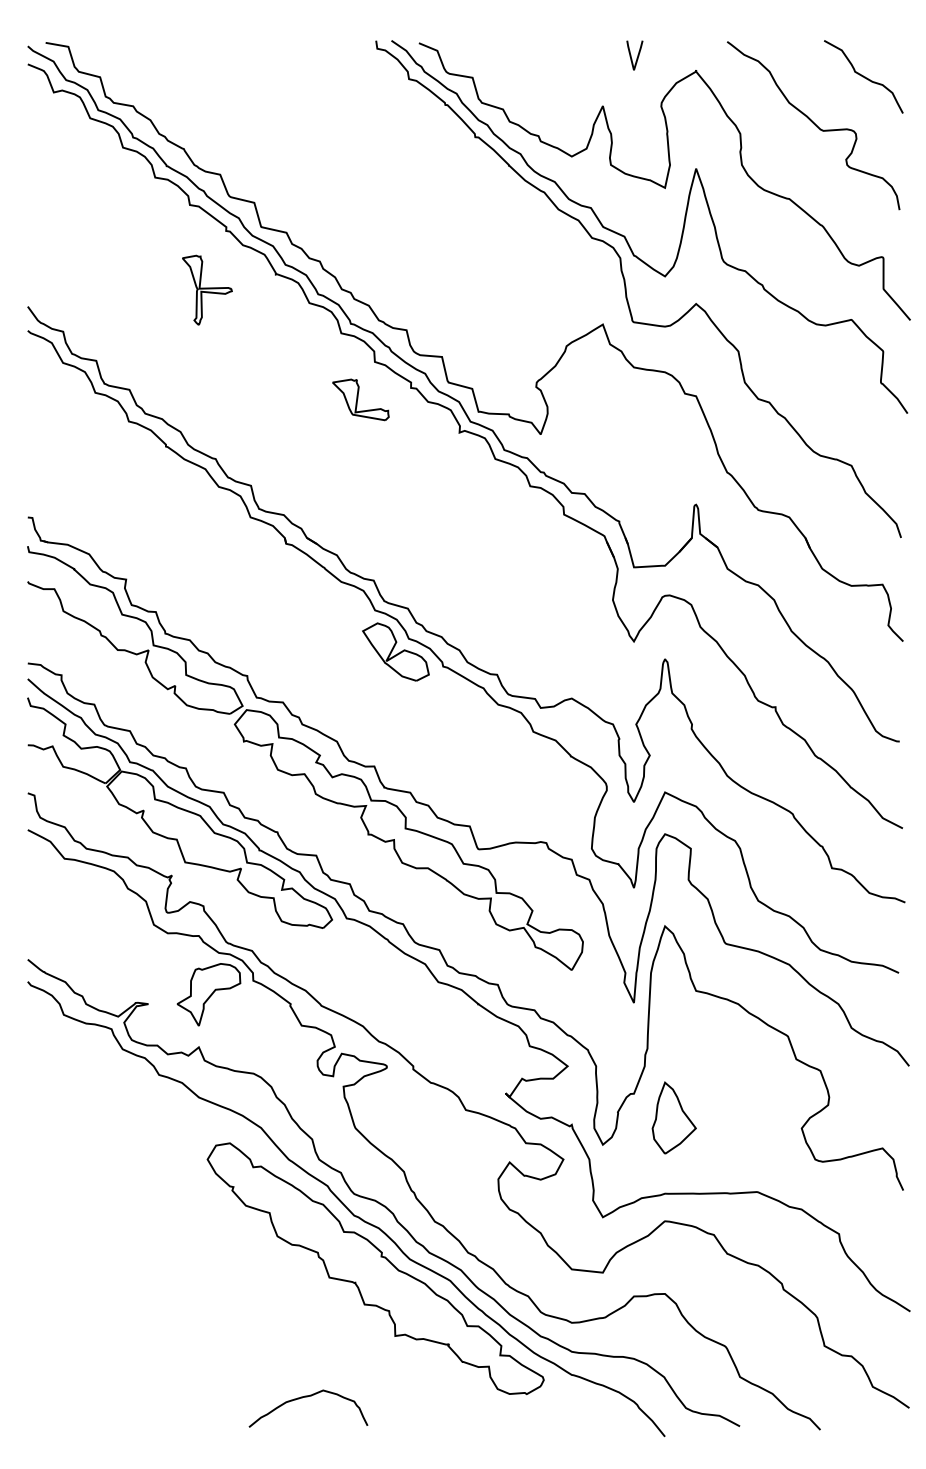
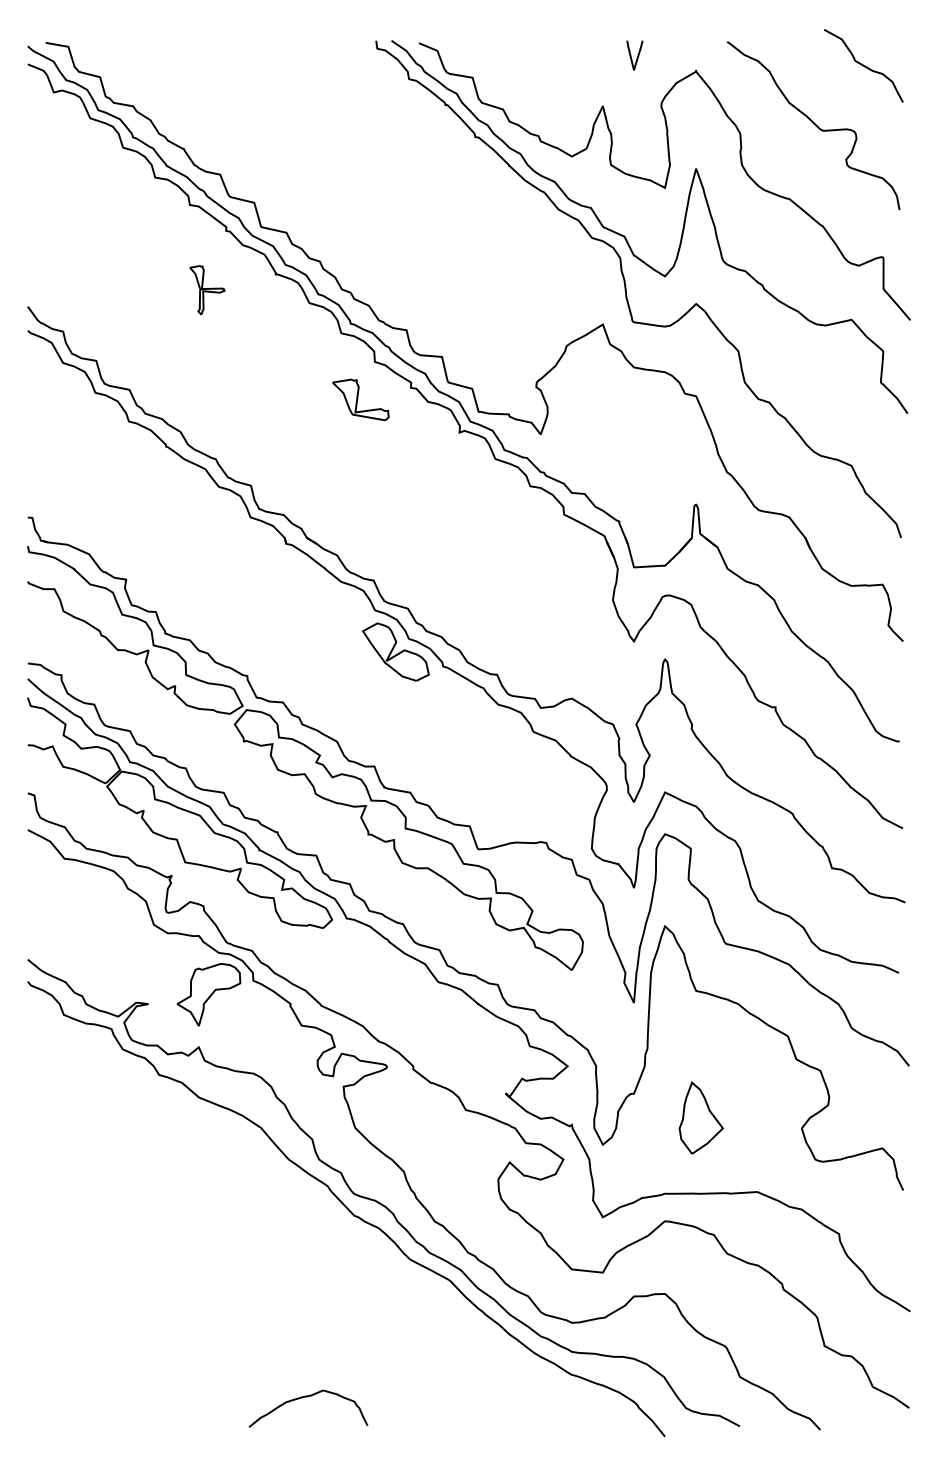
curve at (863, 76) position: (863, 76) -> (863, 65)
part at (207, 289) size: 51x72 px -> 37x50 px
part at (673, 1117) position: (673, 1117) -> (700, 1117)
part at (375, 1268): present -> none
